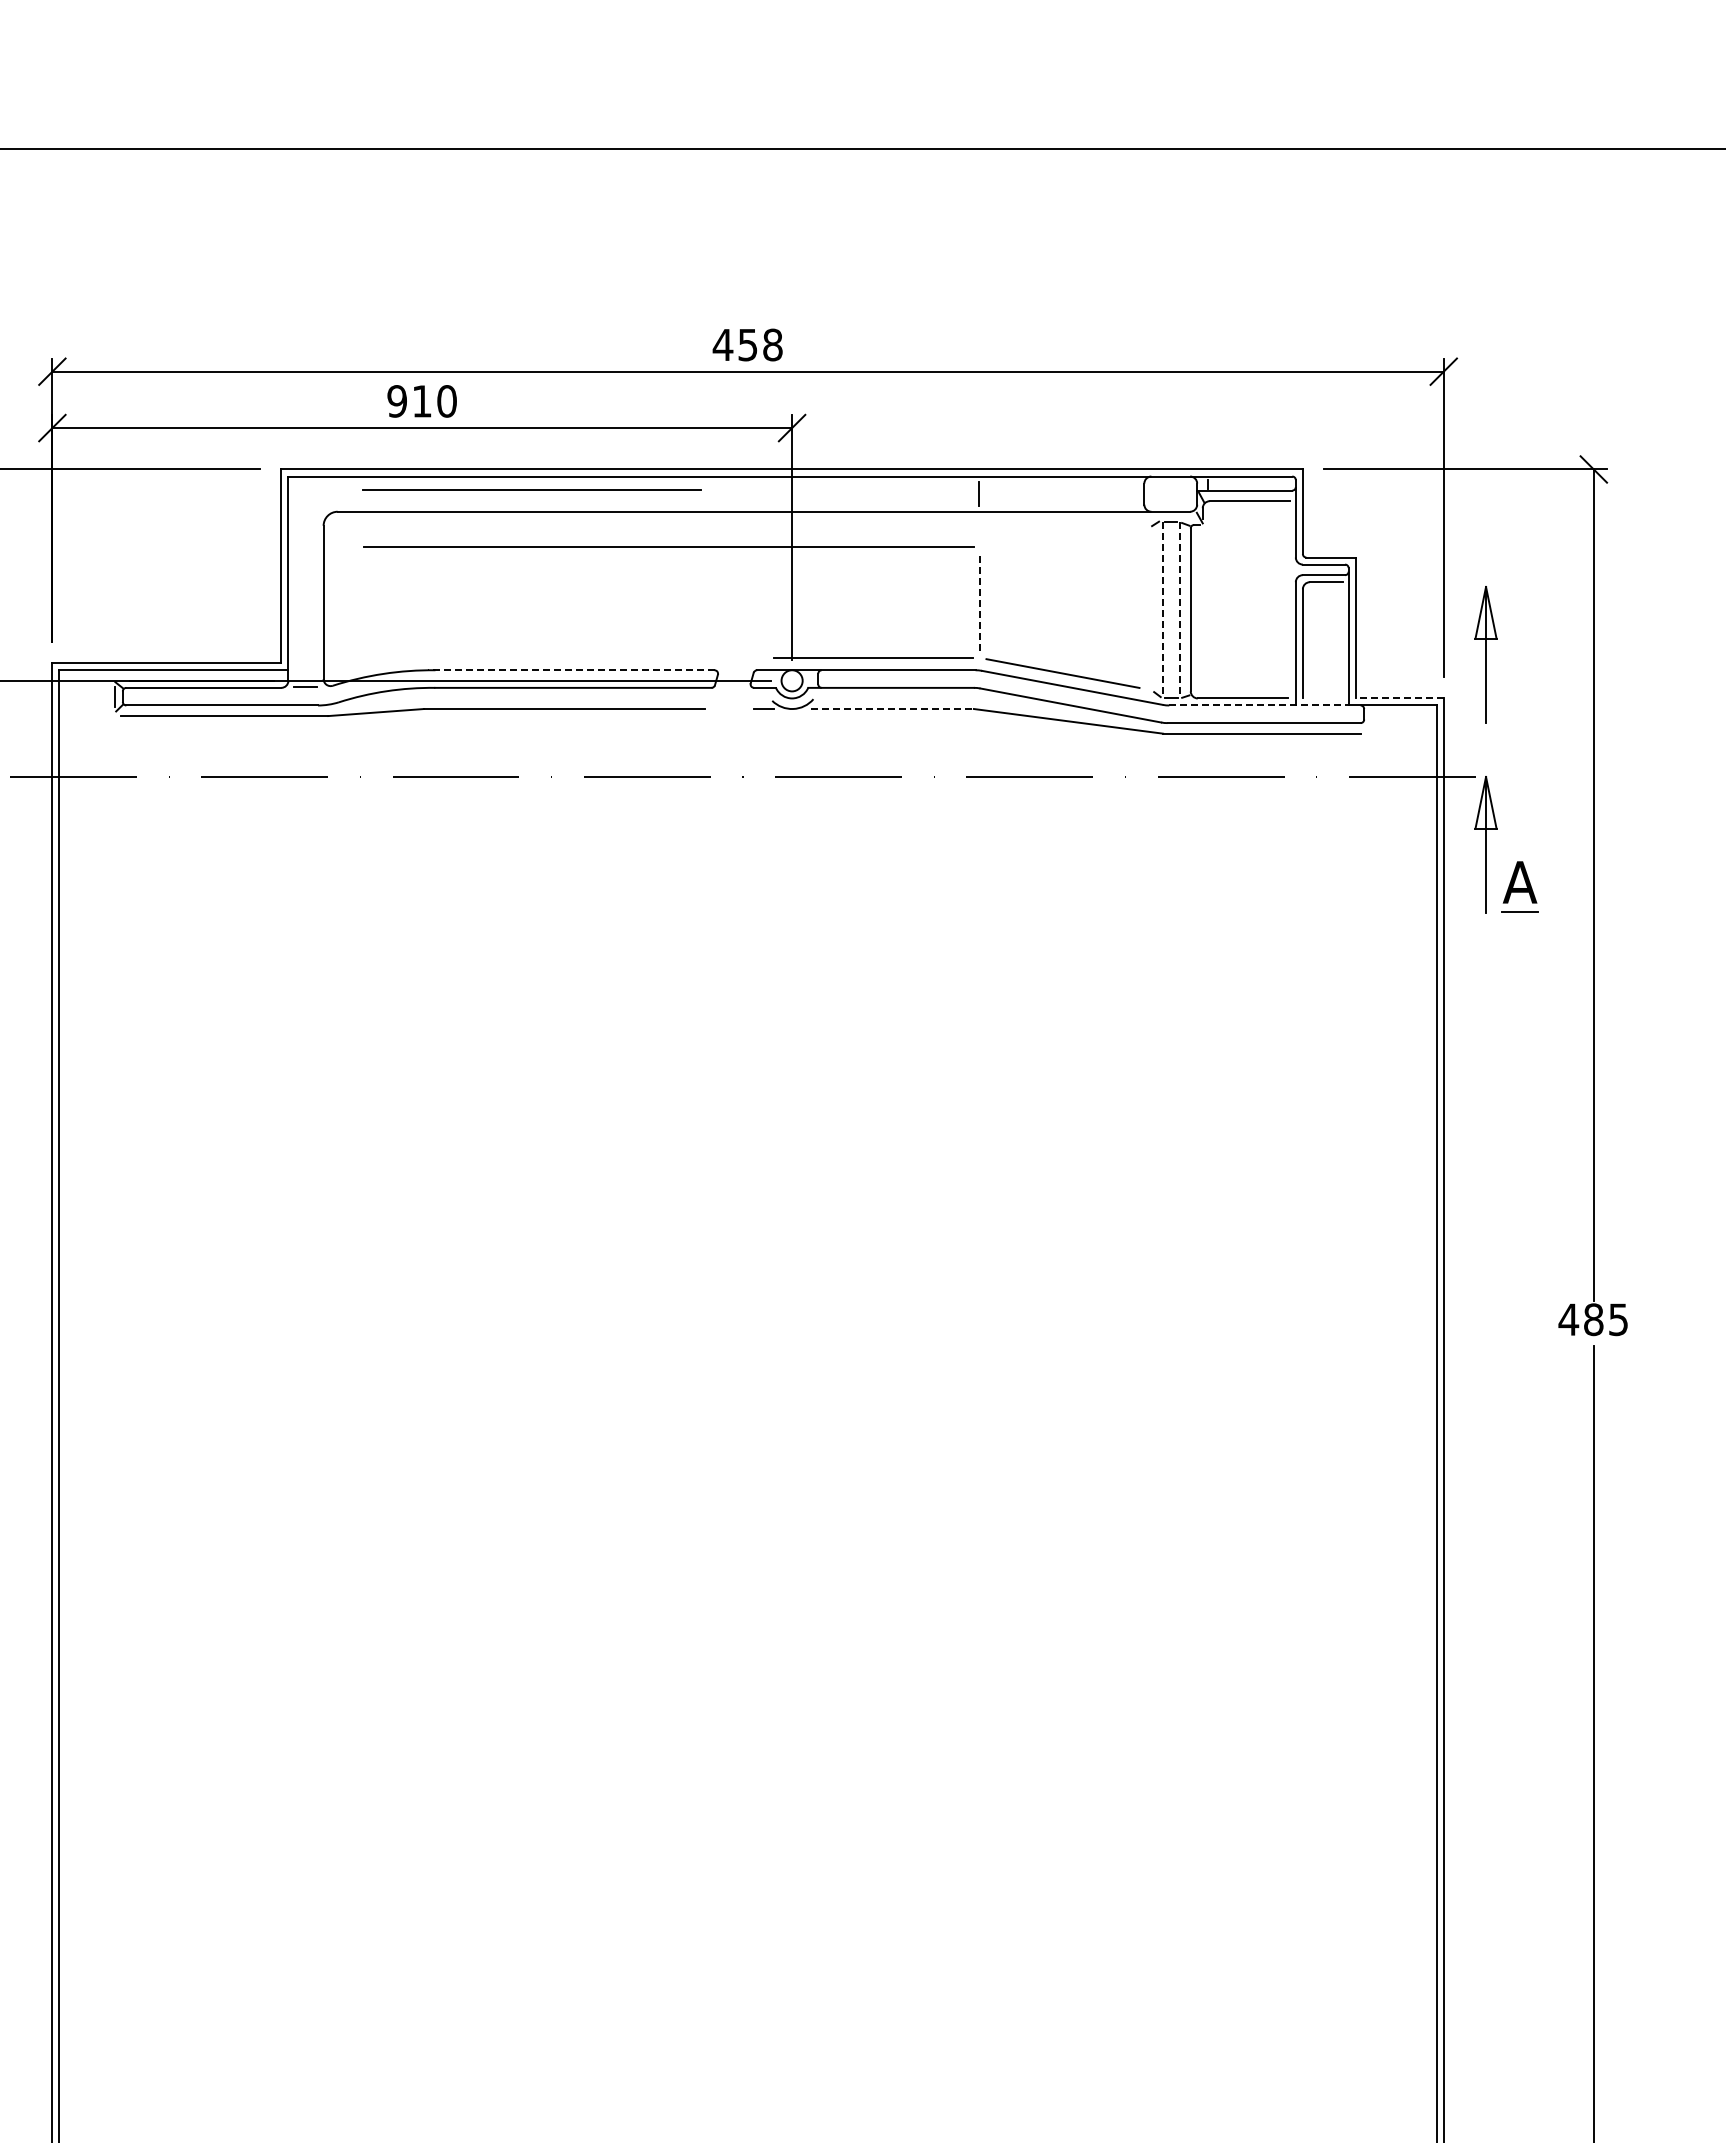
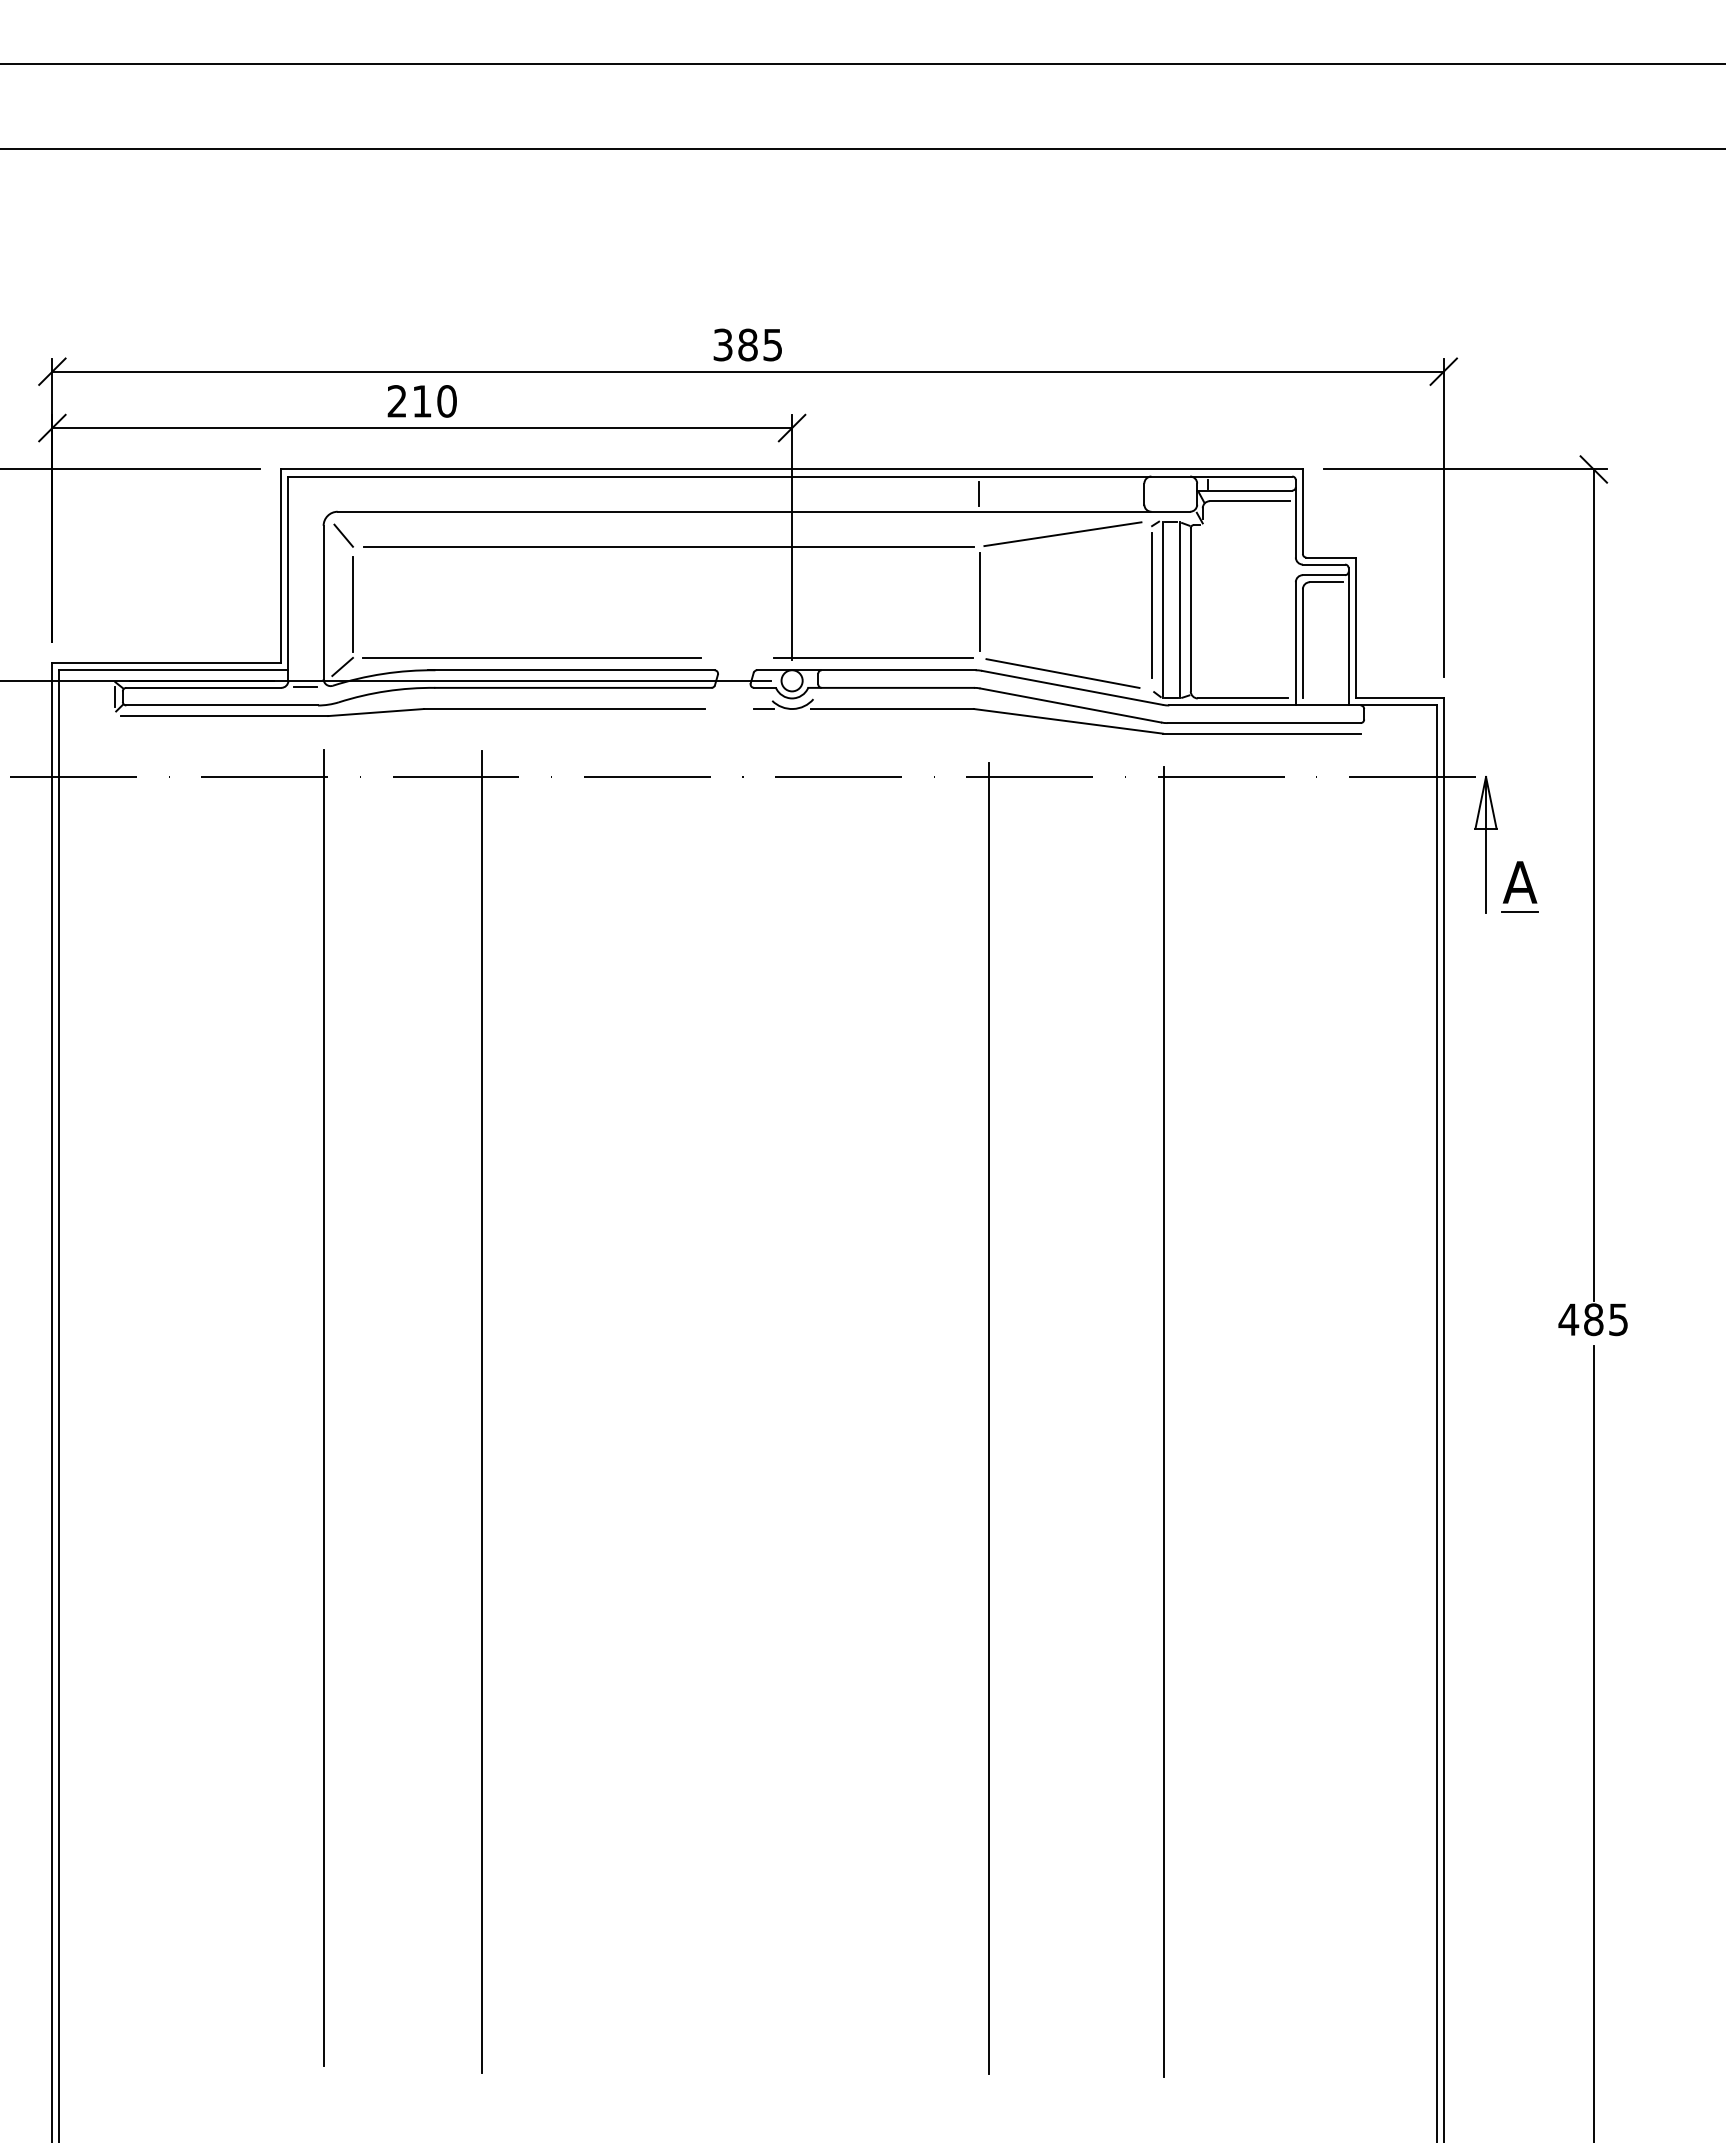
line at (862, 64): none -> present
text at (747, 344): 458 -> 385
text at (396, 401): 910 -> 210
line at (531, 489) position: (531, 489) -> (531, 657)
line at (1062, 534): none -> present
line at (343, 535): none -> present
line at (979, 601): dashed -> solid
line at (352, 603): none -> present
line at (1152, 604): none -> present
line at (1162, 609): dashed -> solid
line at (1180, 610): dashed -> solid
part at (1485, 654): present -> none
line at (342, 666): none -> present
line at (570, 670): dashed -> solid
line at (1399, 698): dashed -> solid
line at (1258, 705): dashed -> solid
line at (892, 709): dashed -> solid
line at (323, 1408): none -> present
line at (482, 1412): none -> present
line at (988, 1418): none -> present
line at (1164, 1421): none -> present
